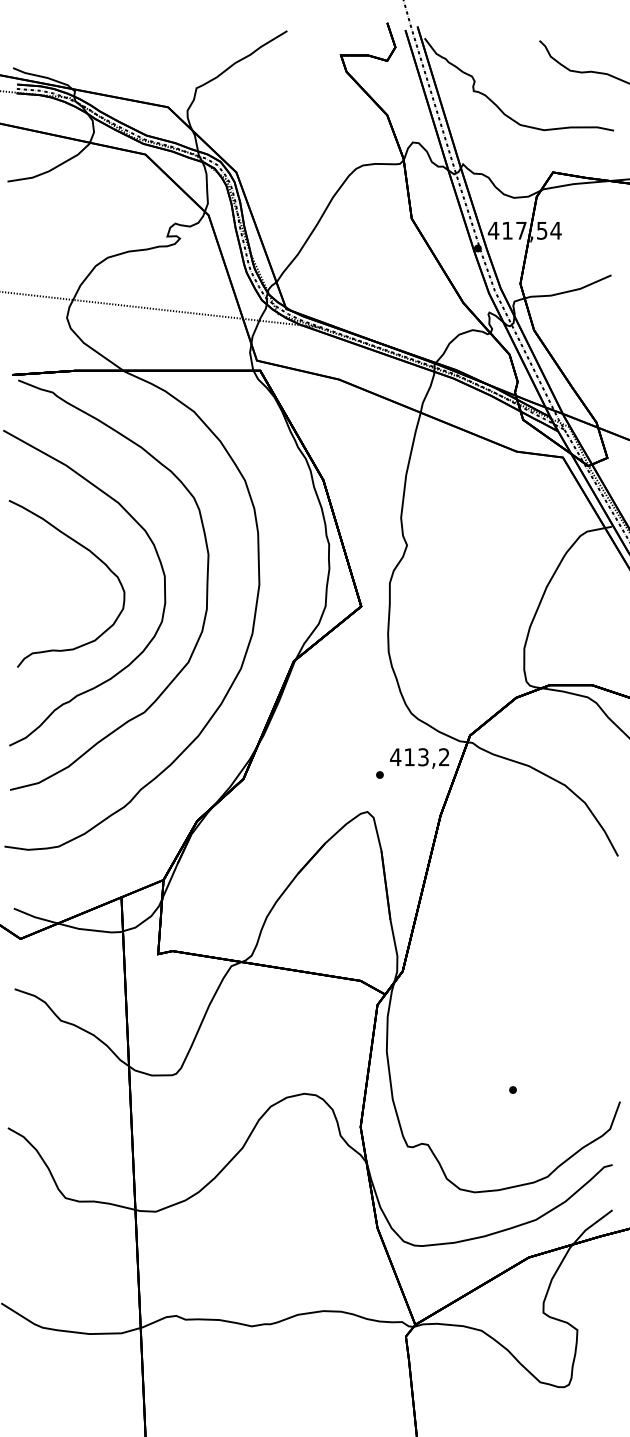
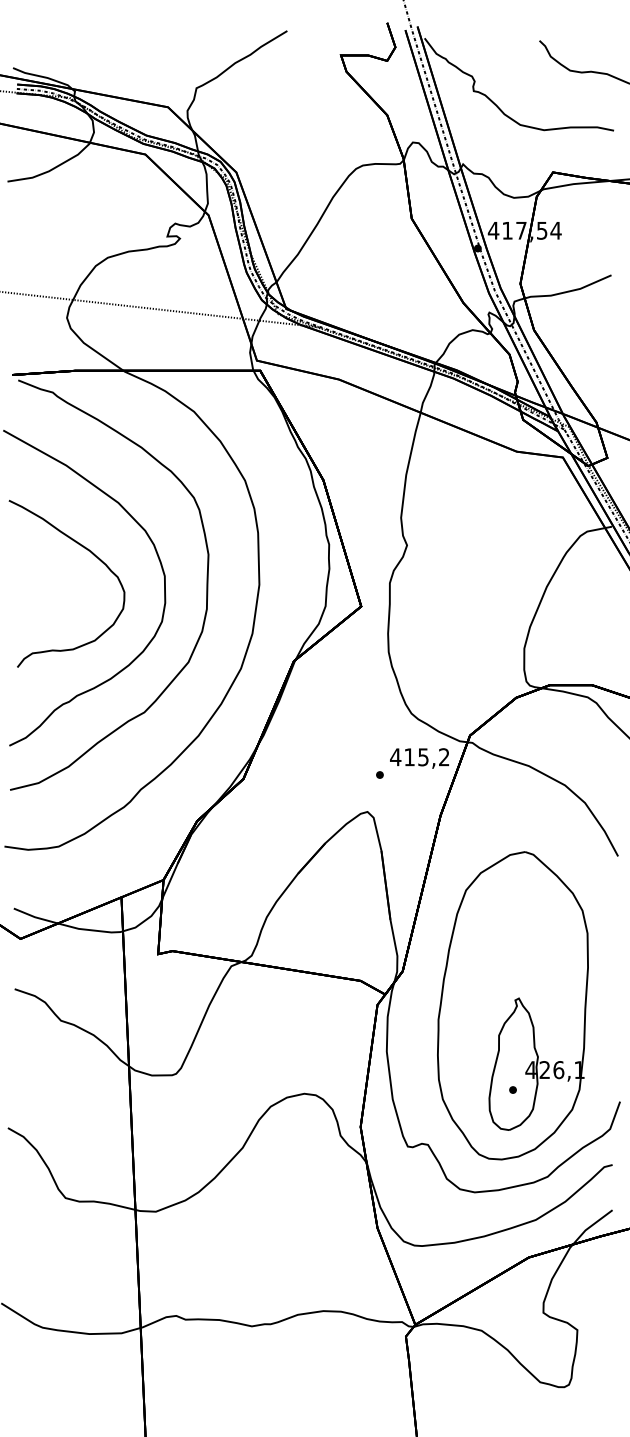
text at (423, 756): 413,2 -> 415,2
part at (512, 1005): none -> present
